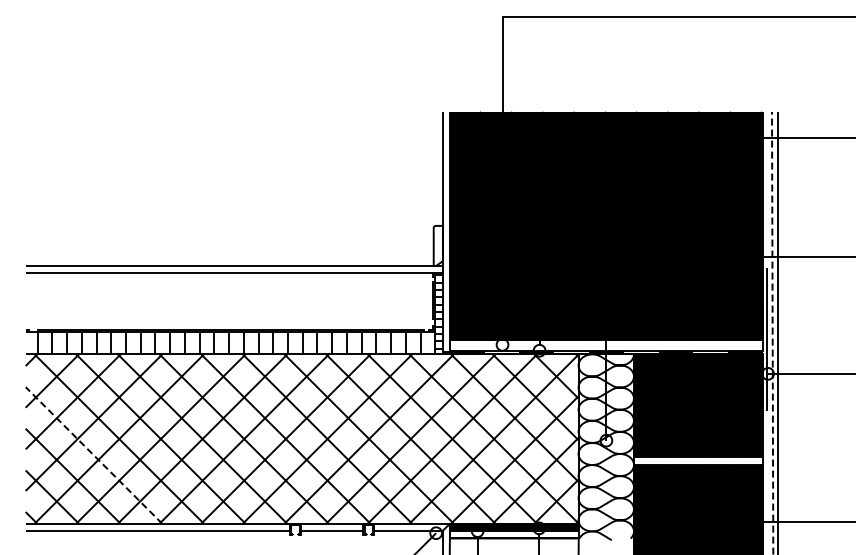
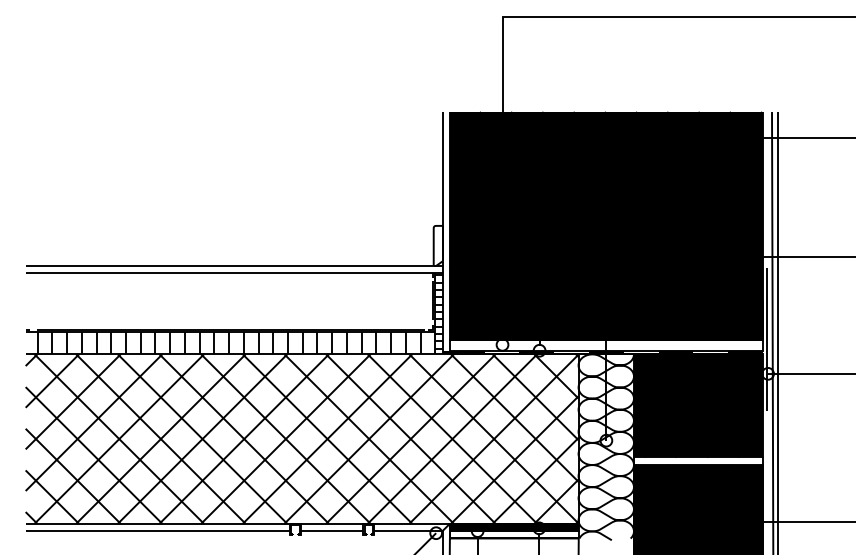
line at (772, 332): dashed -> solid
line at (93, 455): dashed -> solid
